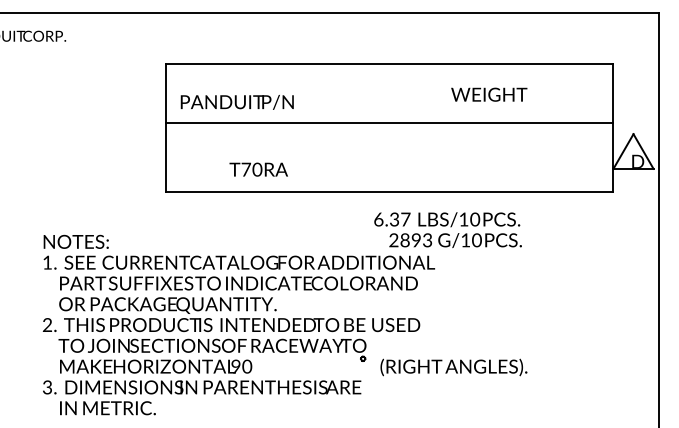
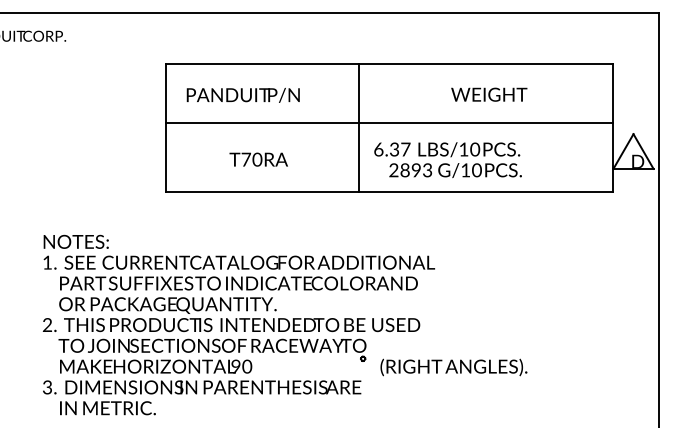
text at (236, 102) position: (236, 102) -> (242, 95)
line at (358, 127): none -> present
text at (258, 169) position: (258, 169) -> (258, 159)
text at (447, 229) position: (447, 229) -> (447, 159)
